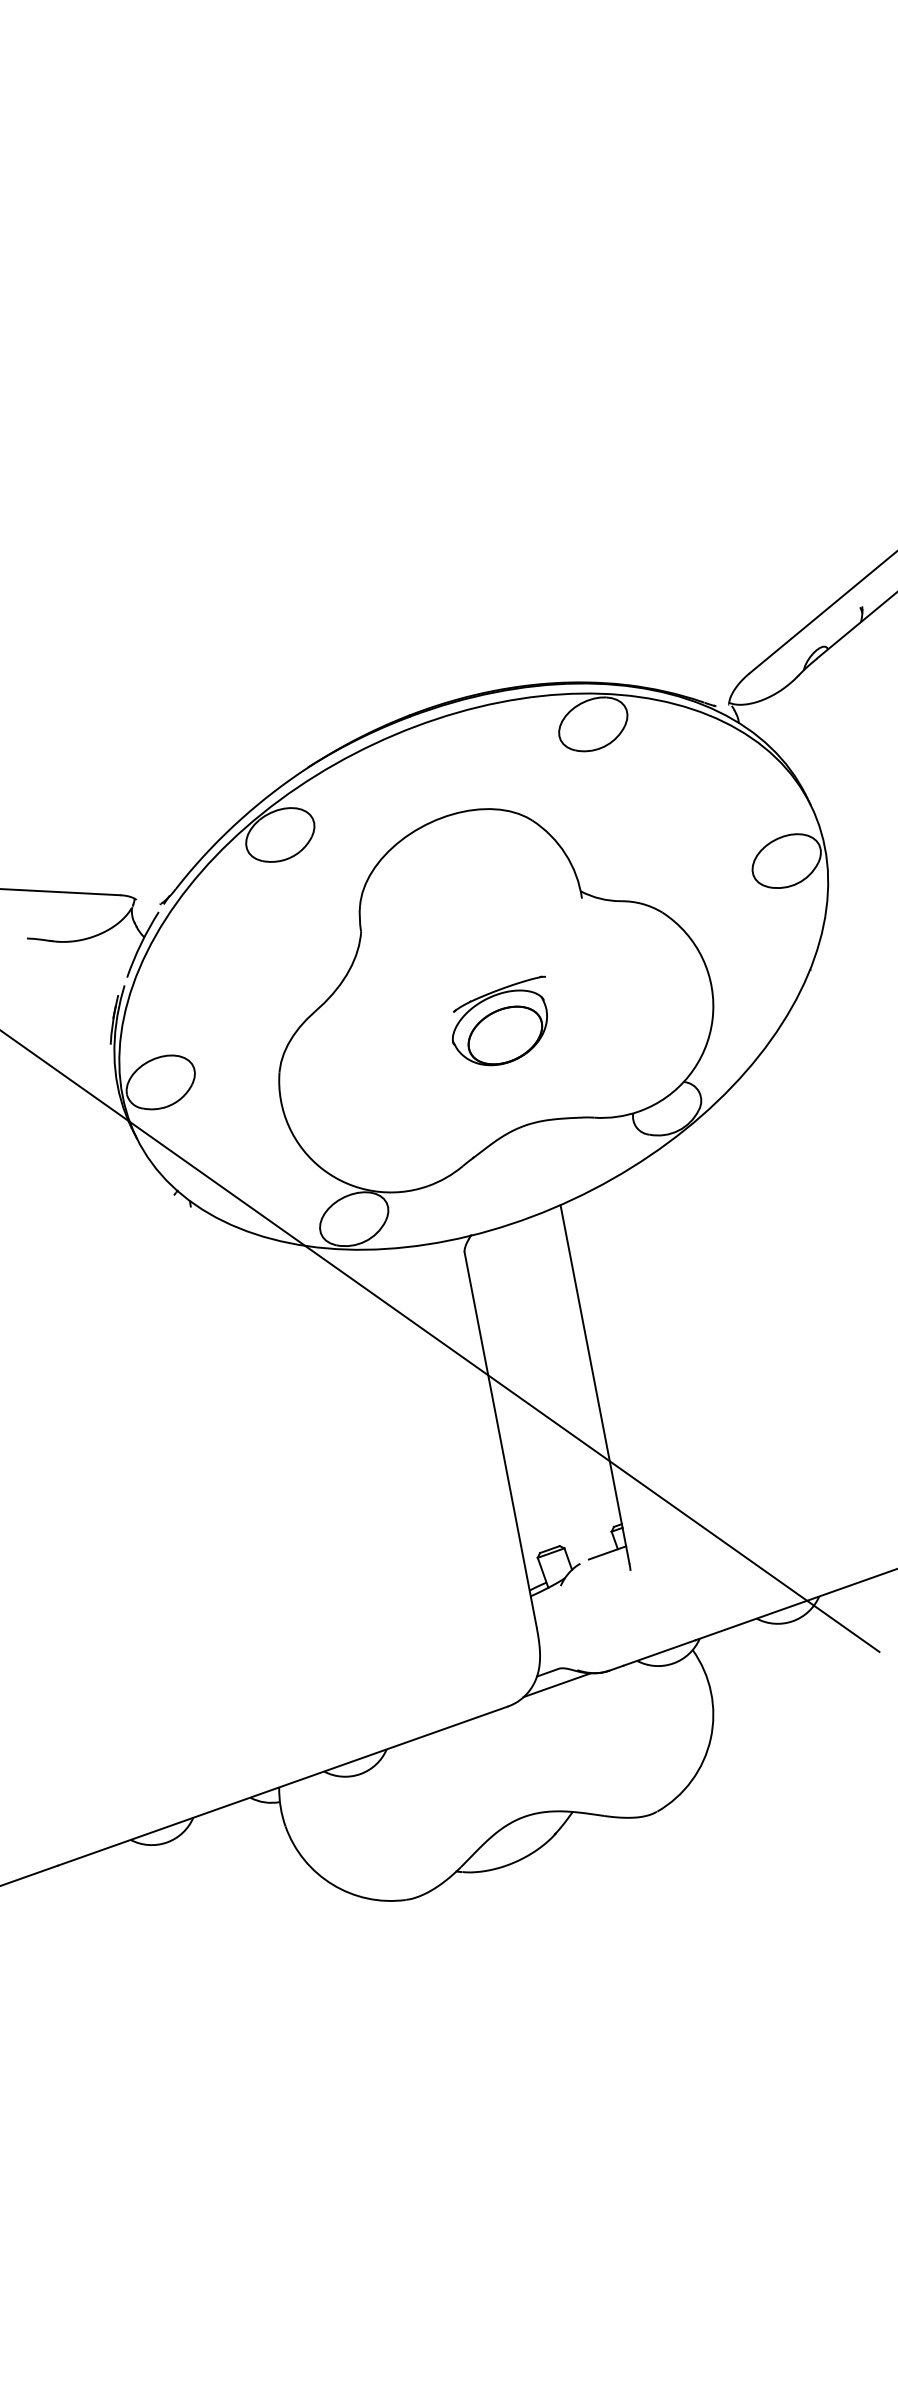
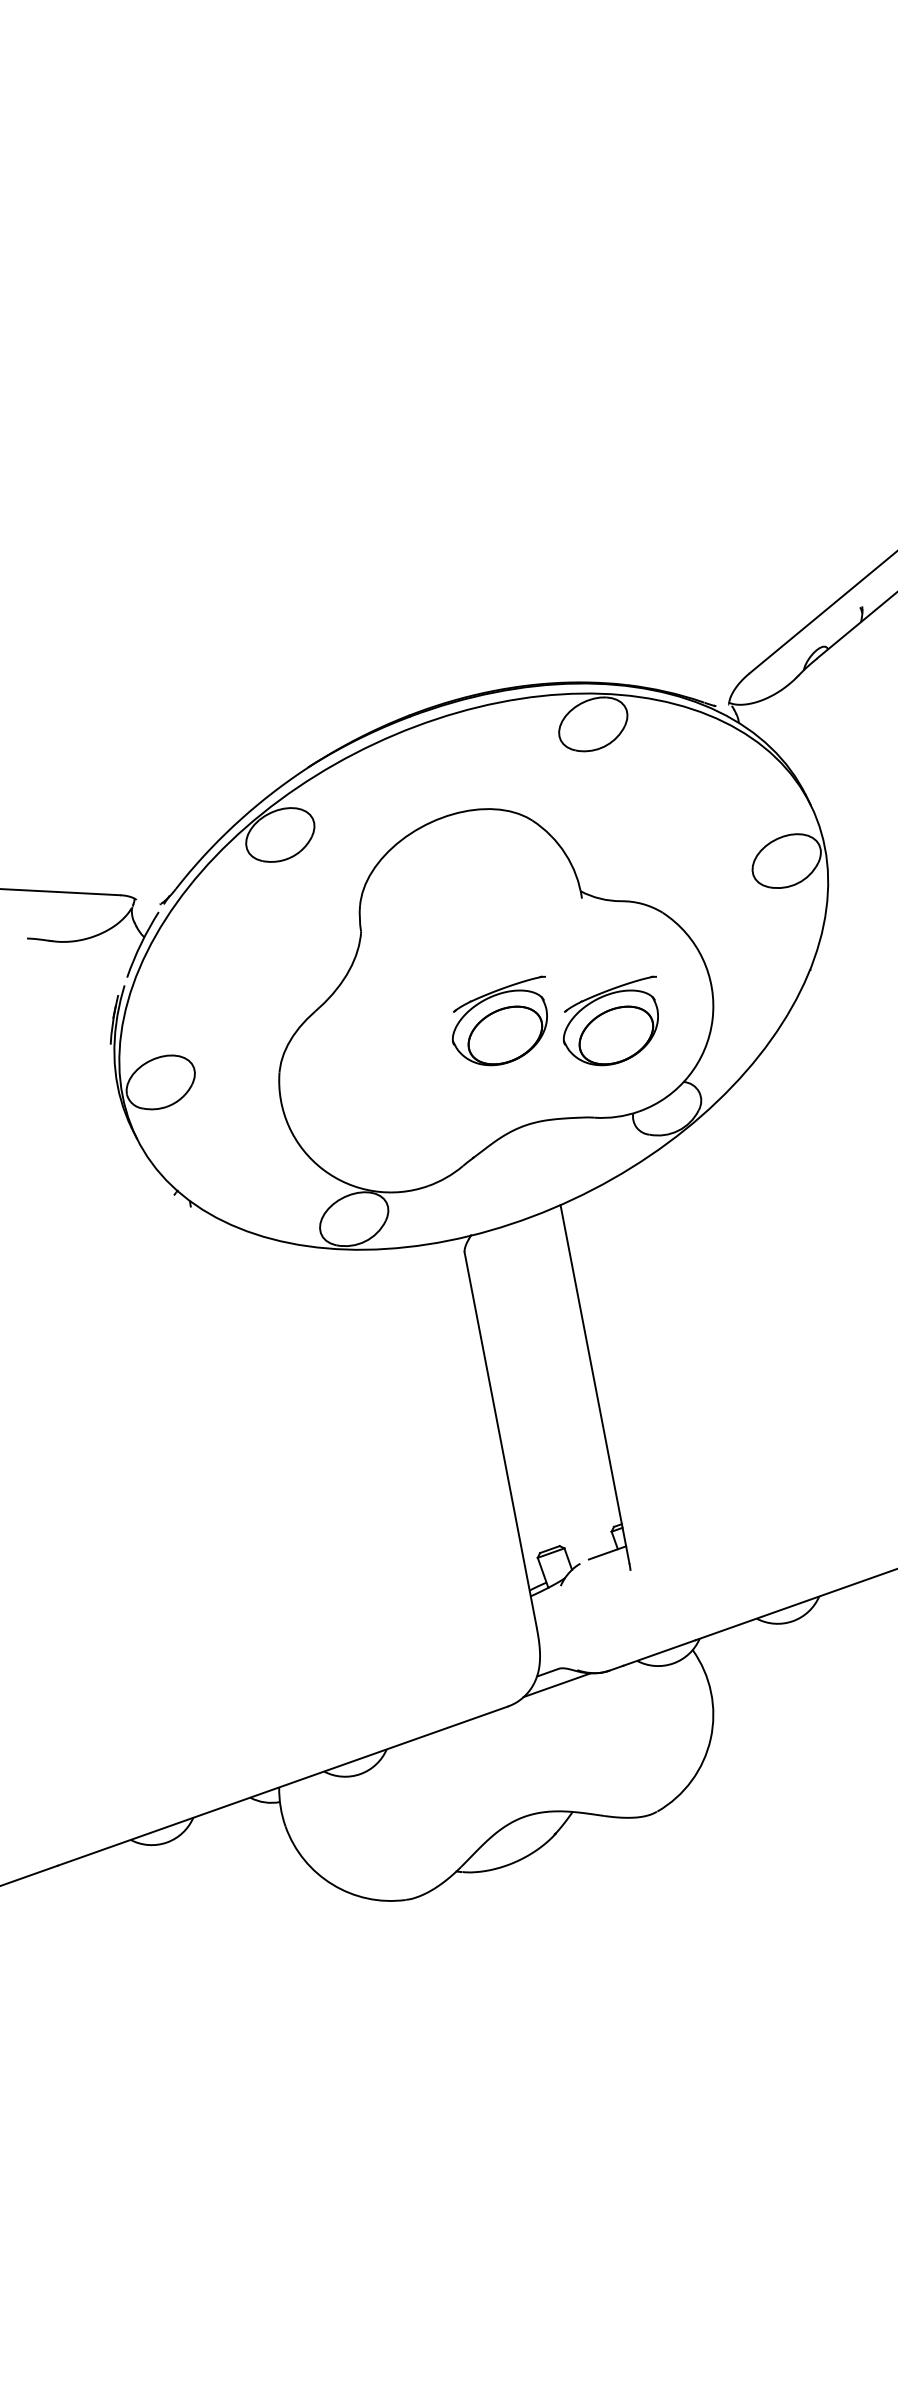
part at (610, 1020): none -> present
line at (440, 1341): present -> none
